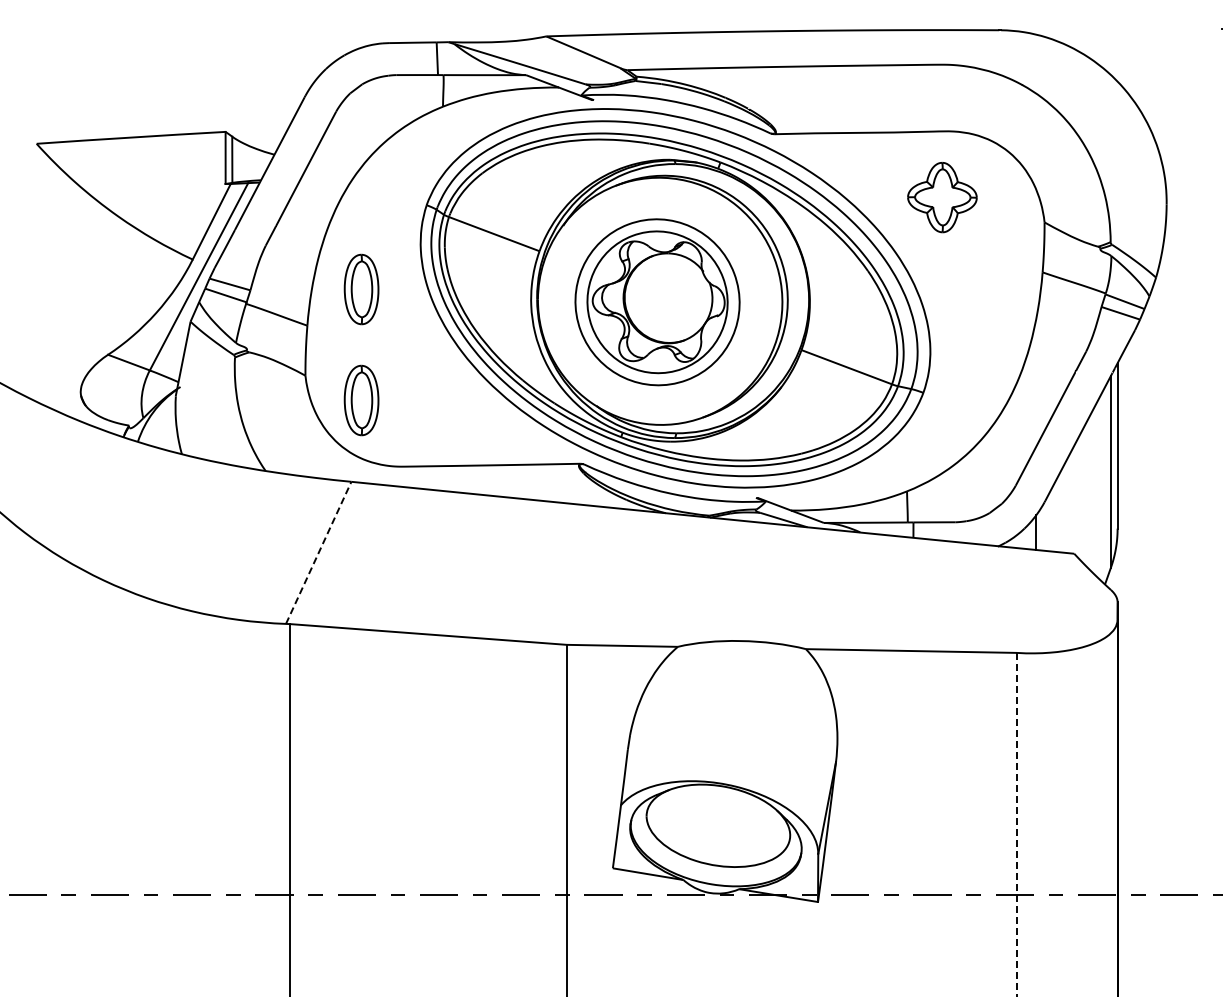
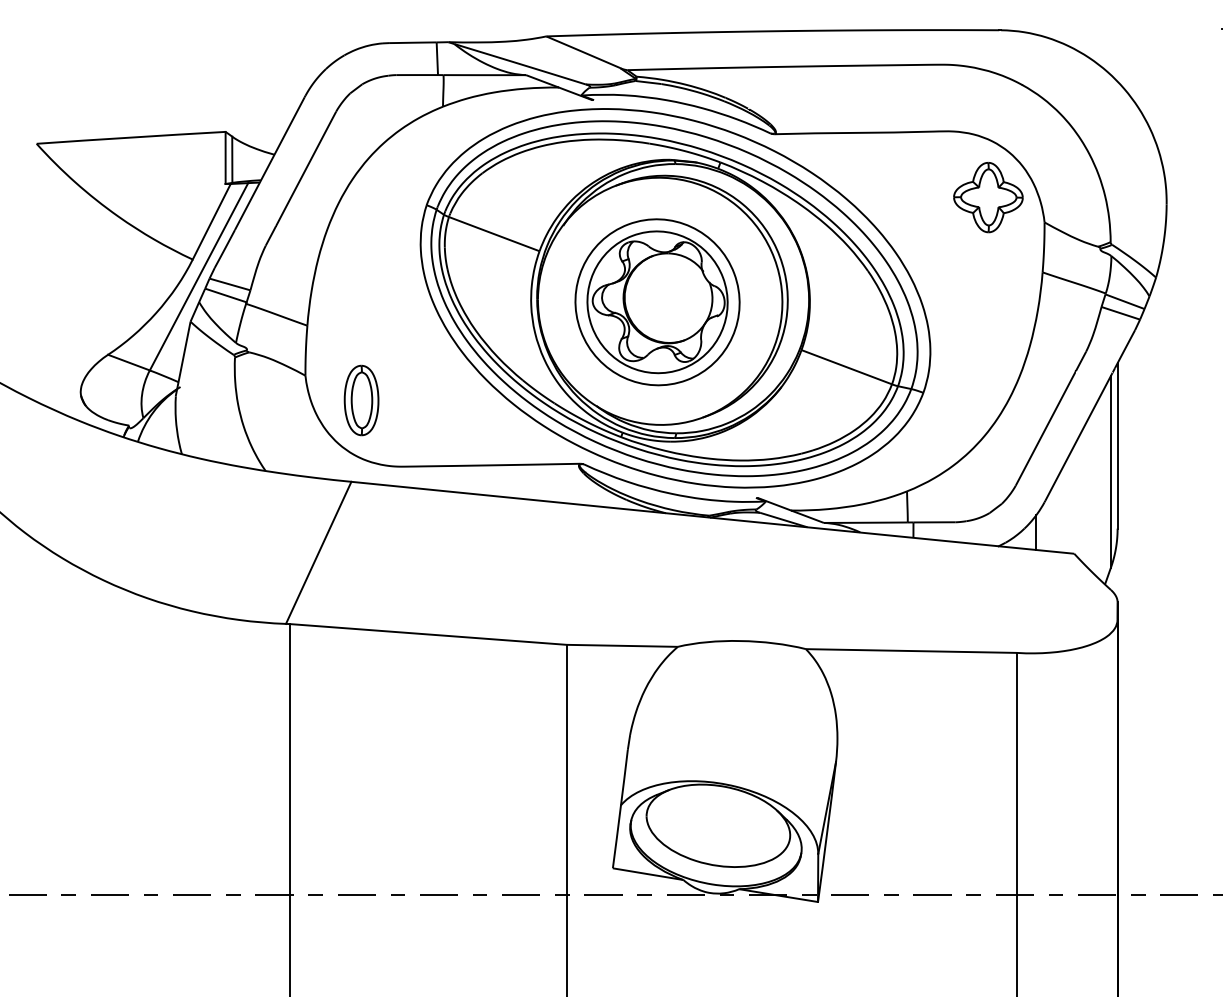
part at (942, 197) position: (942, 197) -> (988, 197)
part at (361, 289): present -> none
line at (318, 552): dashed -> solid
line at (1017, 824): dashed -> solid
